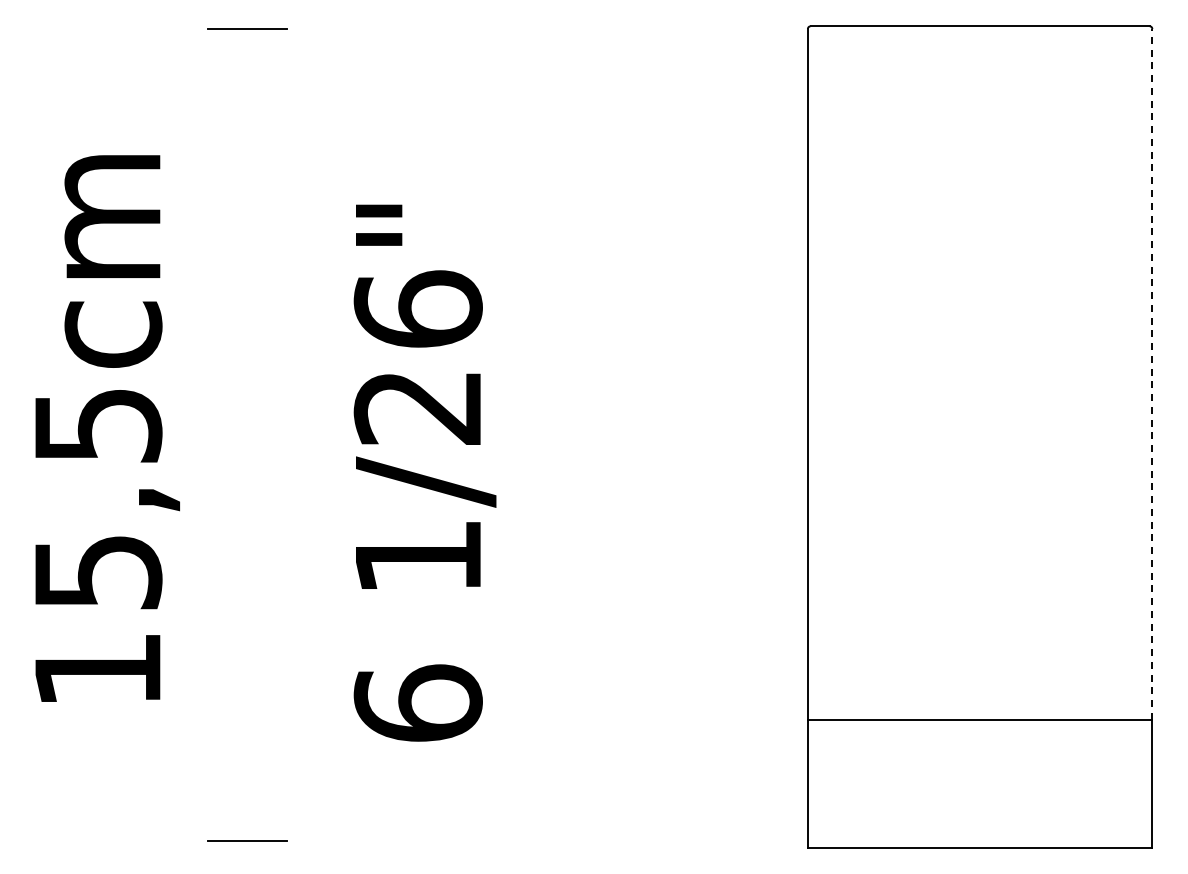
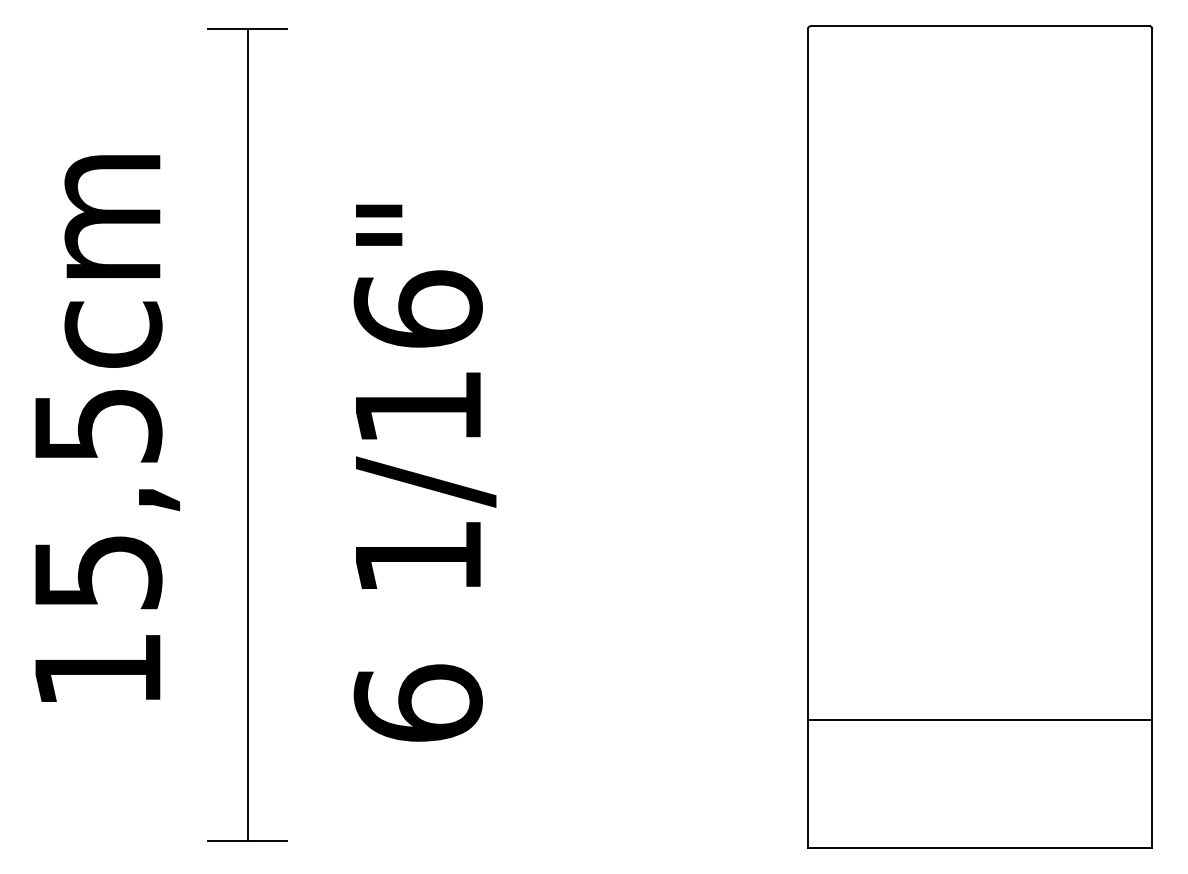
line at (1152, 373): dashed -> solid
text at (416, 408): 1/26" -> 1/16"
line at (247, 434): none -> present
